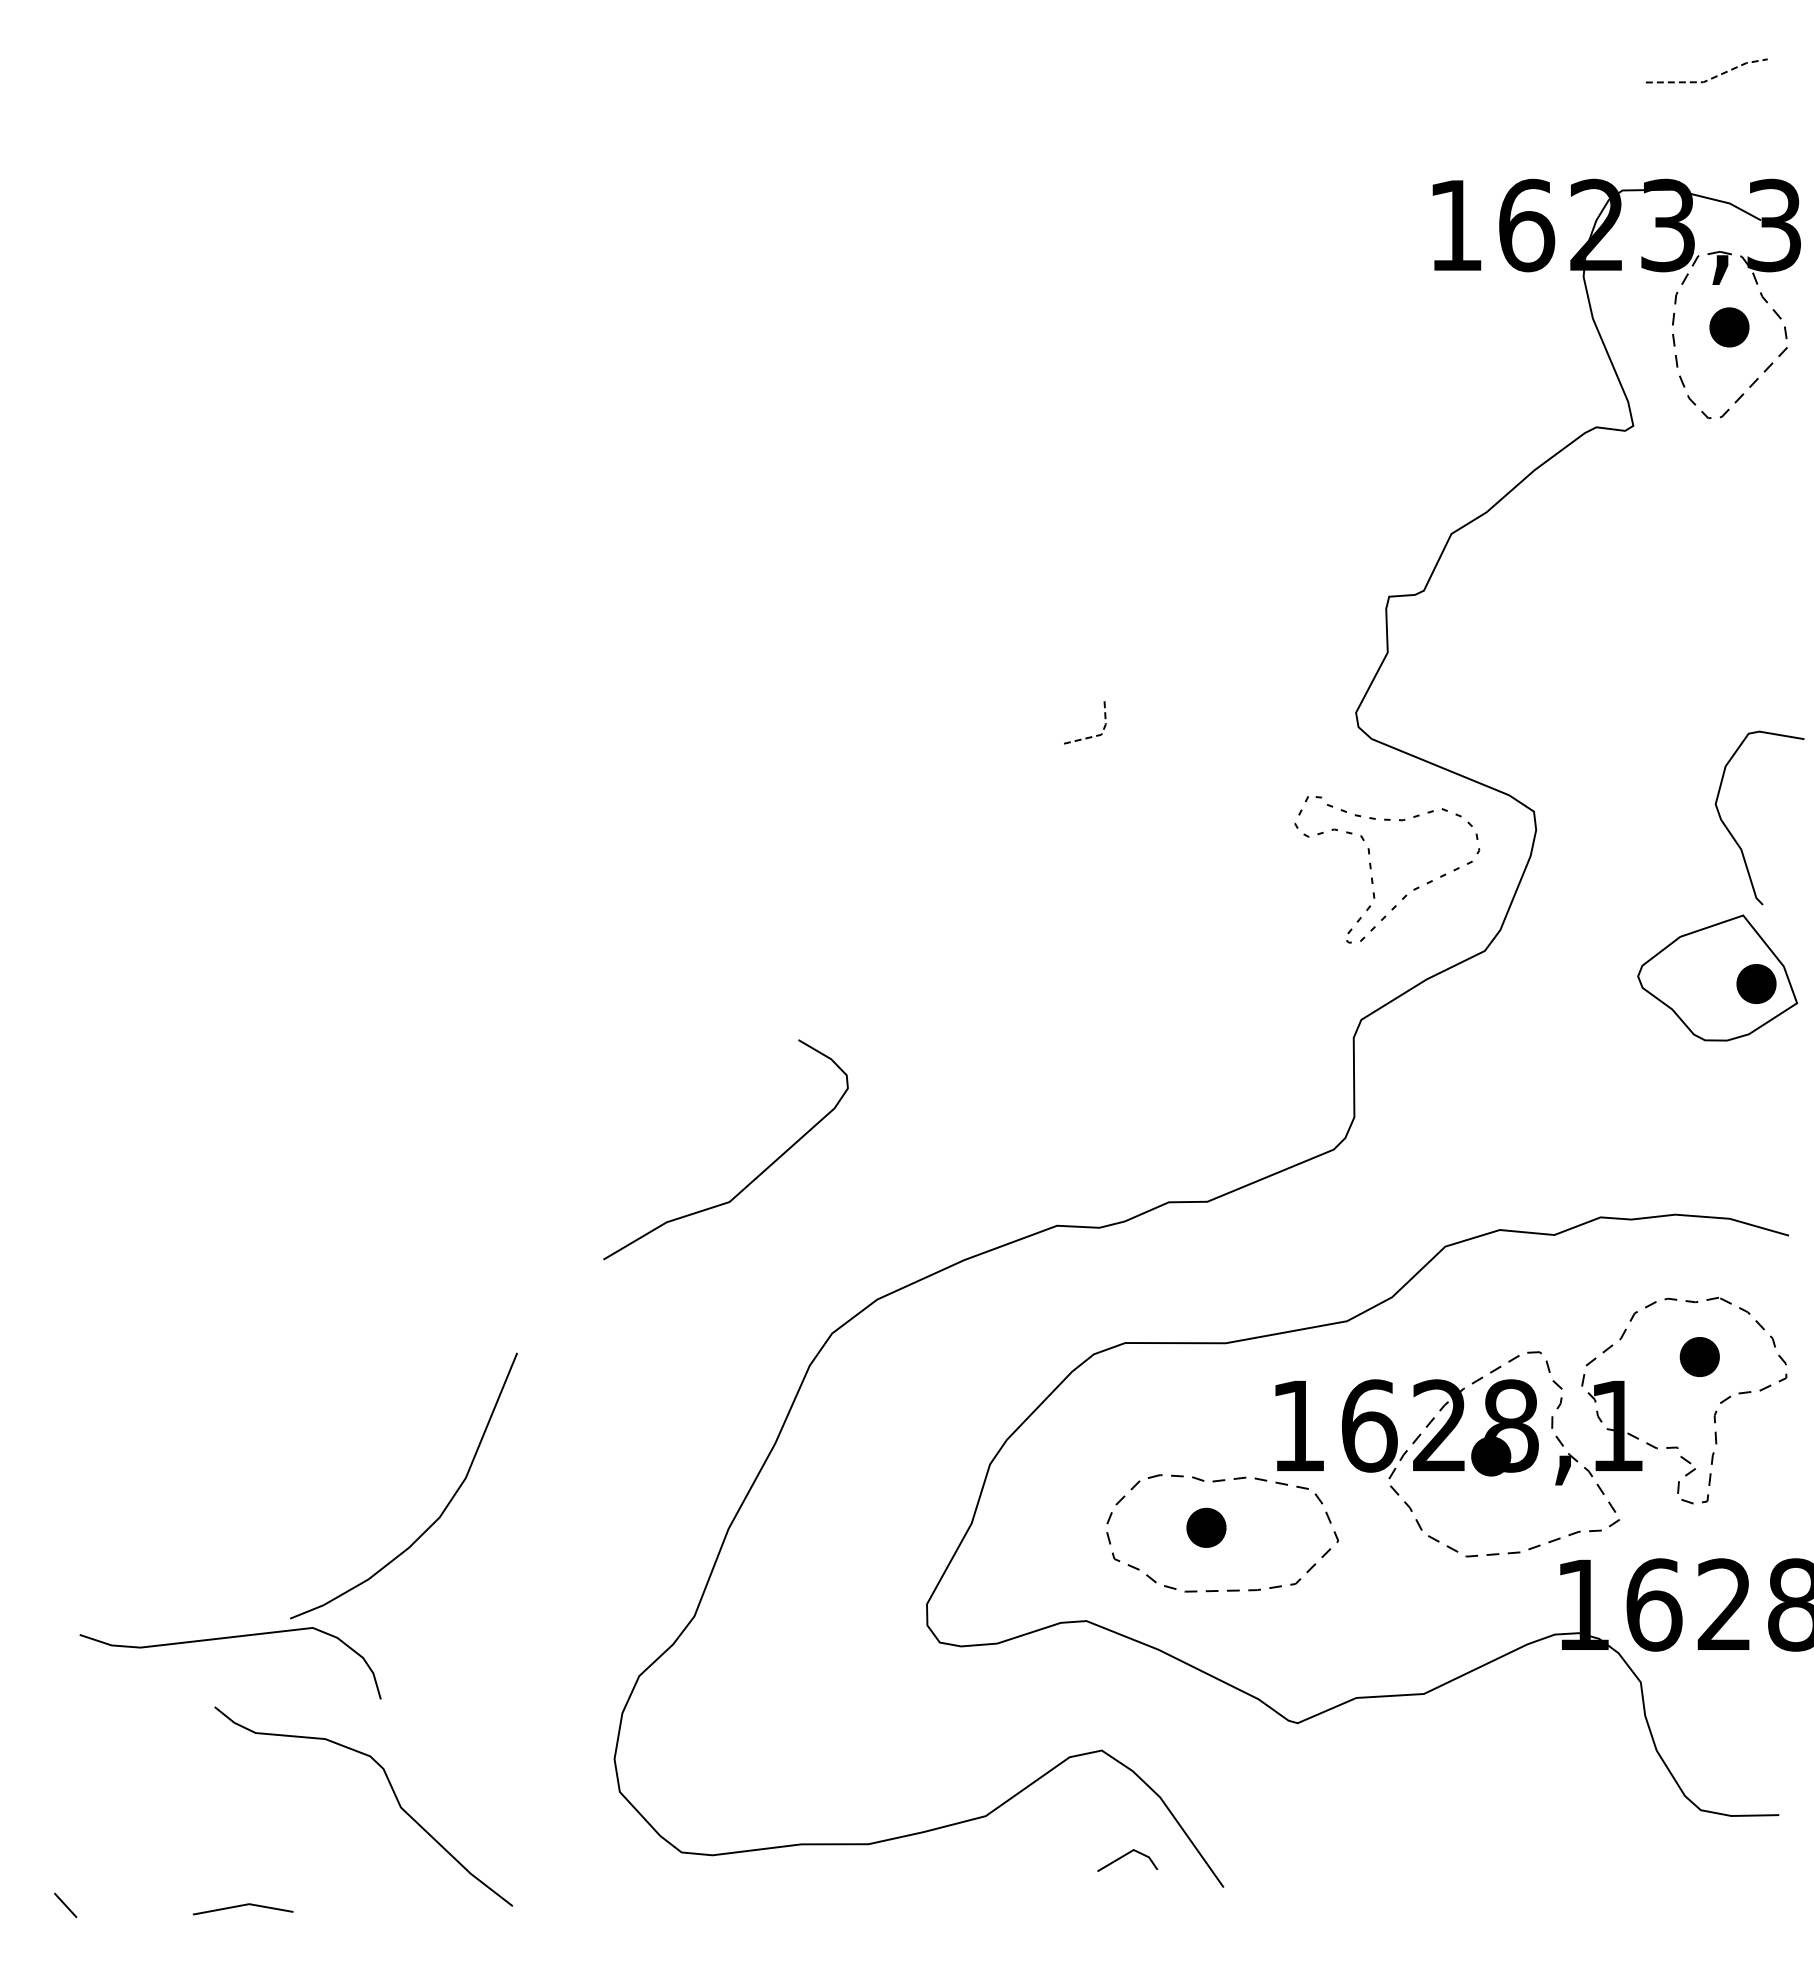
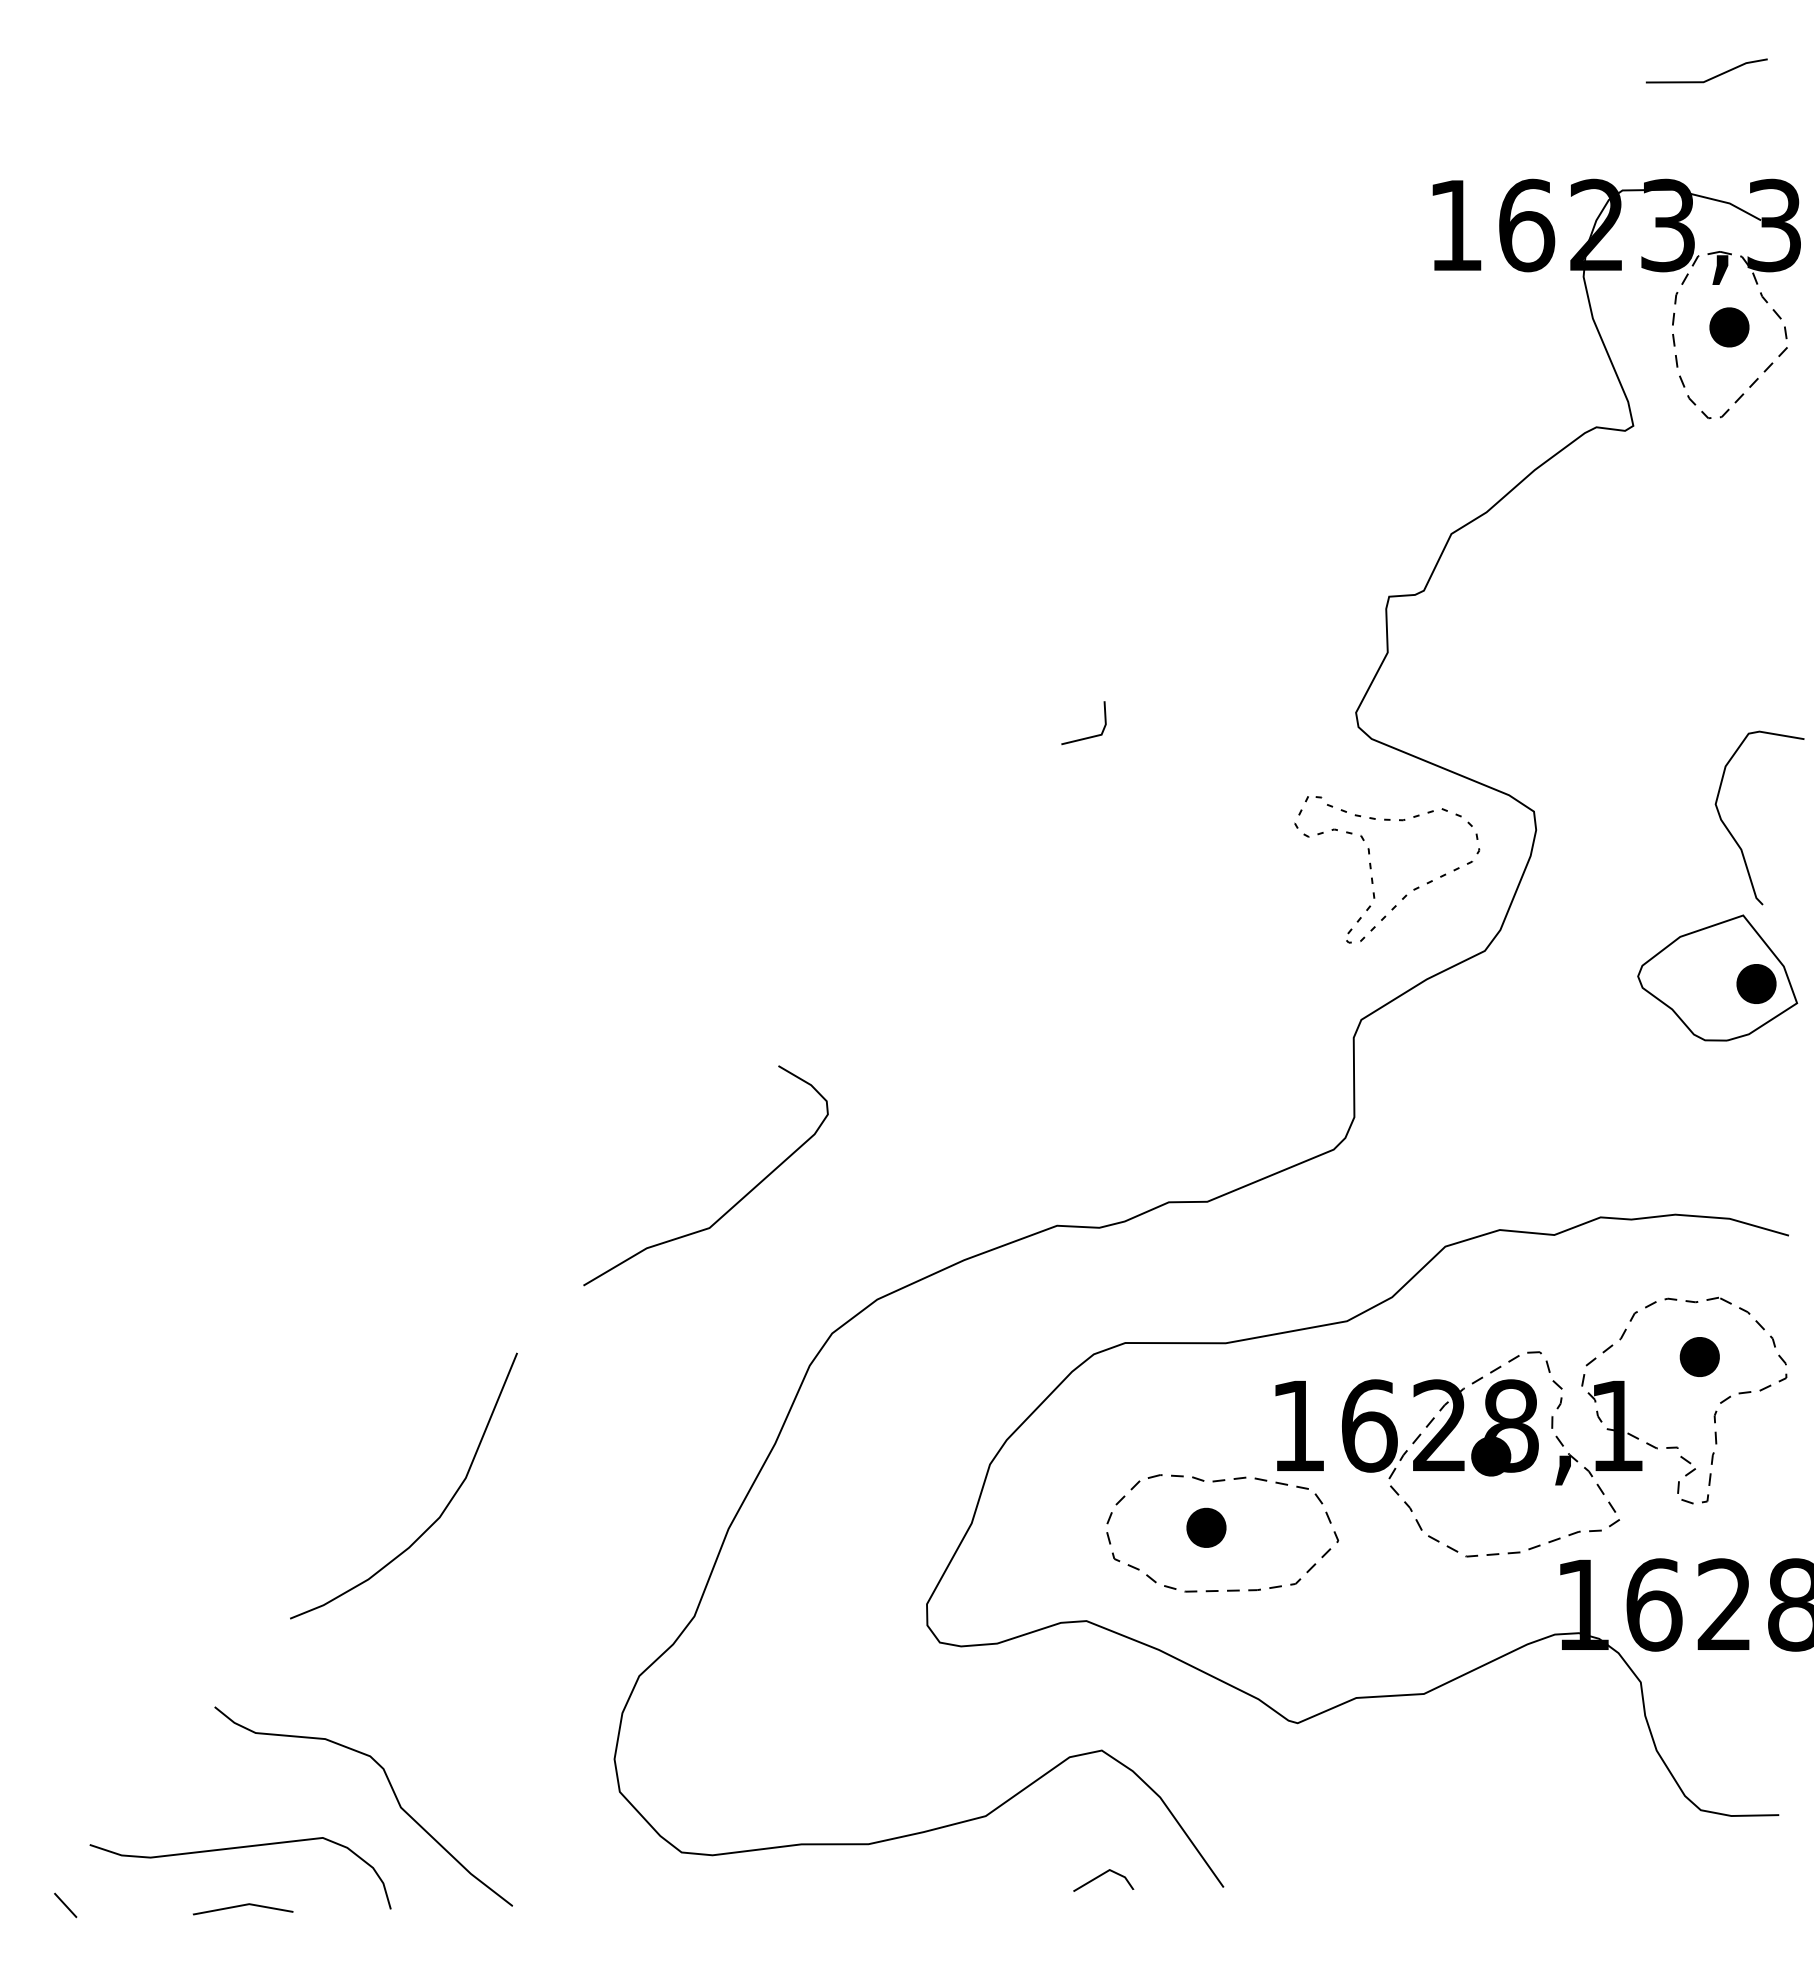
line at (1709, 79): dashed -> solid
line at (1099, 735): dashed -> solid
curve at (749, 1182) position: (749, 1182) -> (729, 1208)
curve at (230, 1638) position: (230, 1638) -> (240, 1848)
line at (1124, 1856) position: (1124, 1856) -> (1100, 1876)
